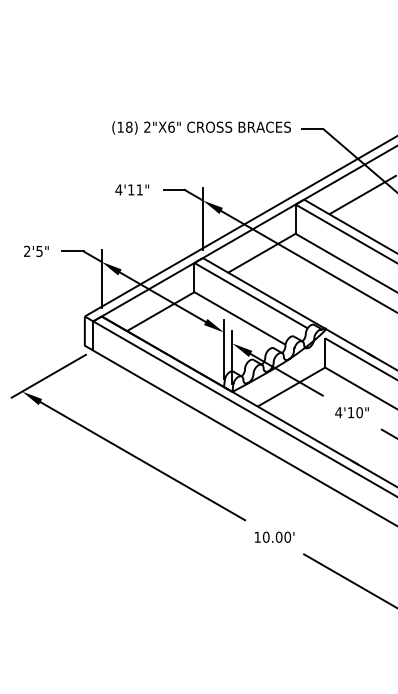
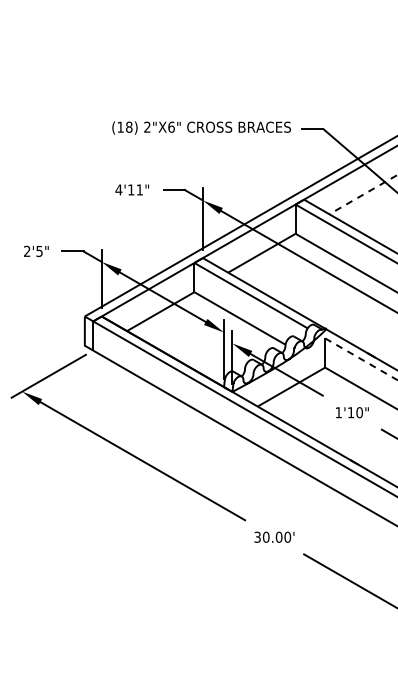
line at (363, 194): solid -> dashed
line at (361, 359): solid -> dashed
text at (338, 412): 4'10" -> 1'10"
text at (257, 536): 10.00' -> 30.00'
